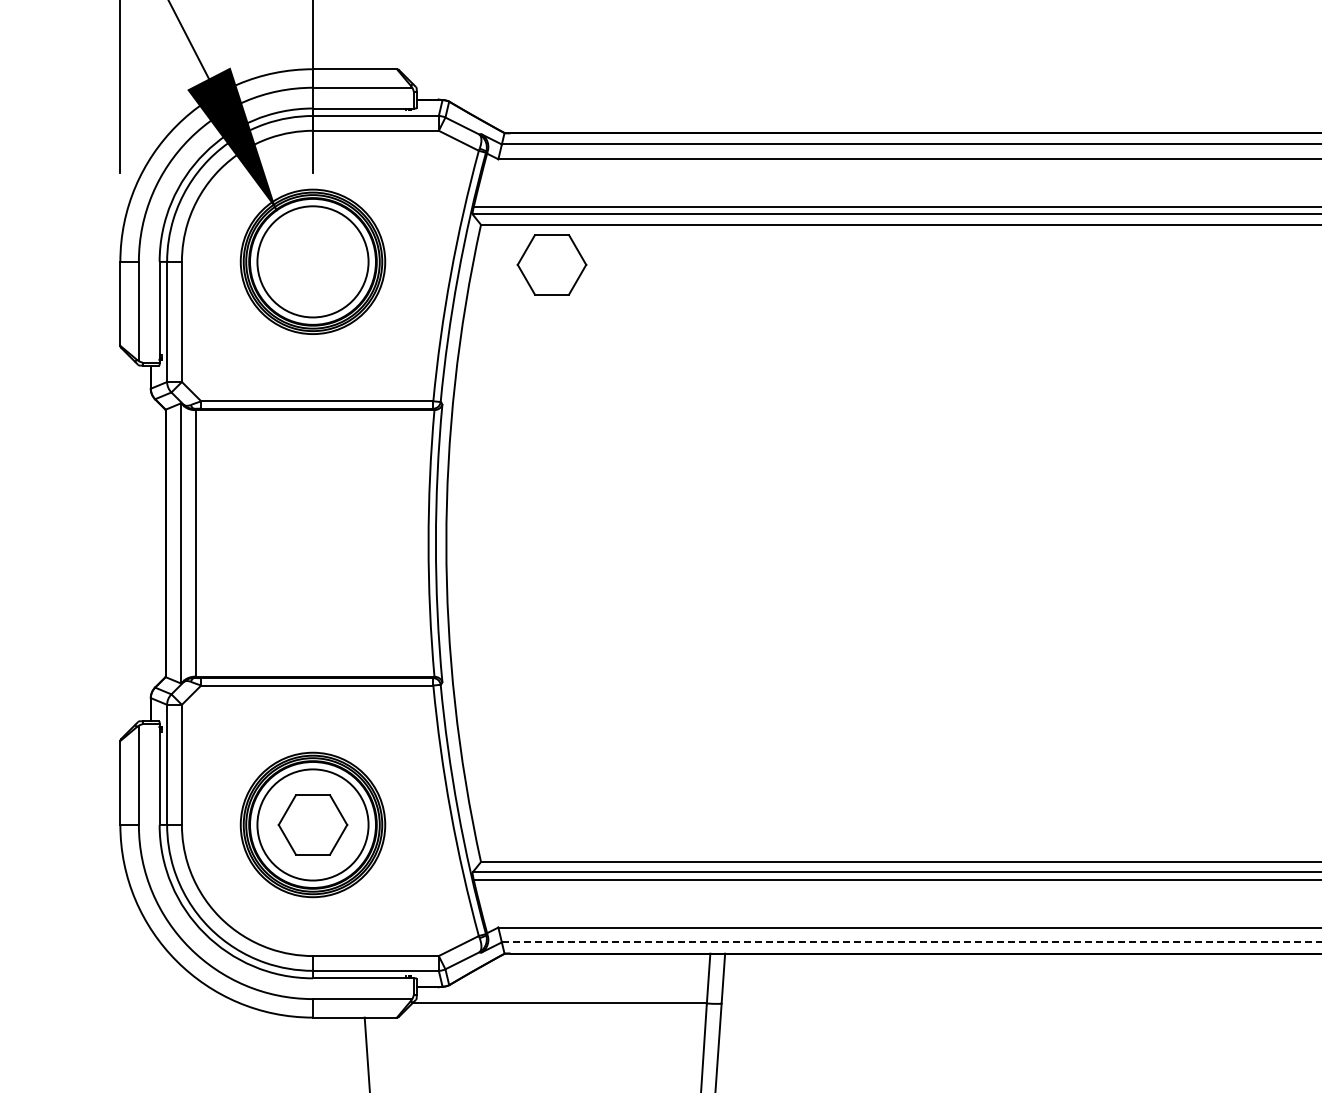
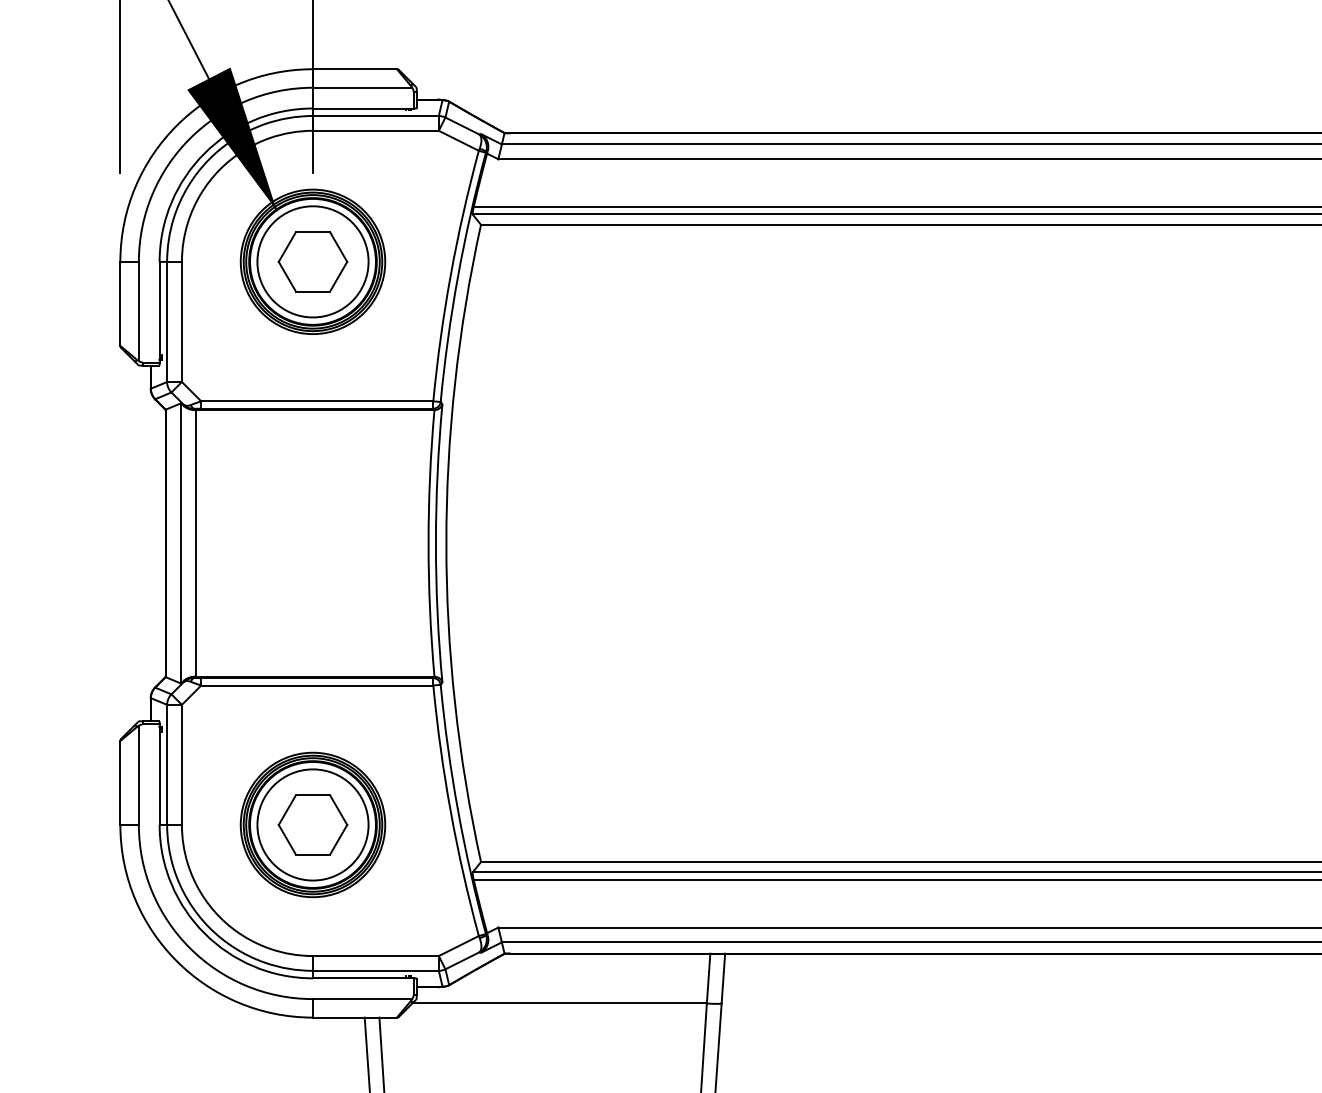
part at (551, 264) position: (551, 264) -> (312, 261)
line at (911, 942): dashed -> solid
line at (381, 1053): none -> present
